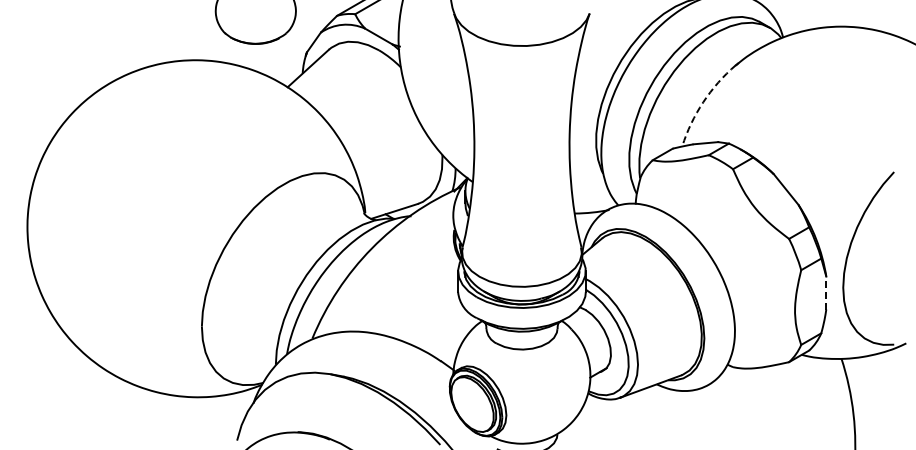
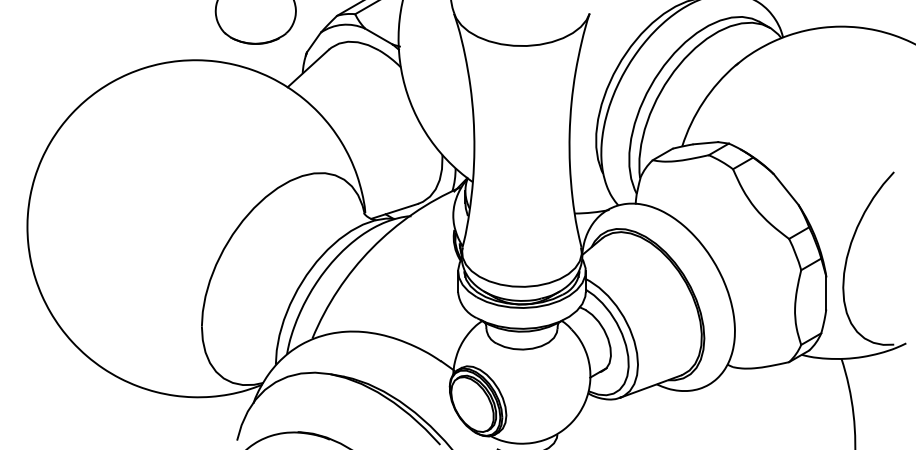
arc at (703, 102): dashed -> solid
line at (826, 292): dashed -> solid
